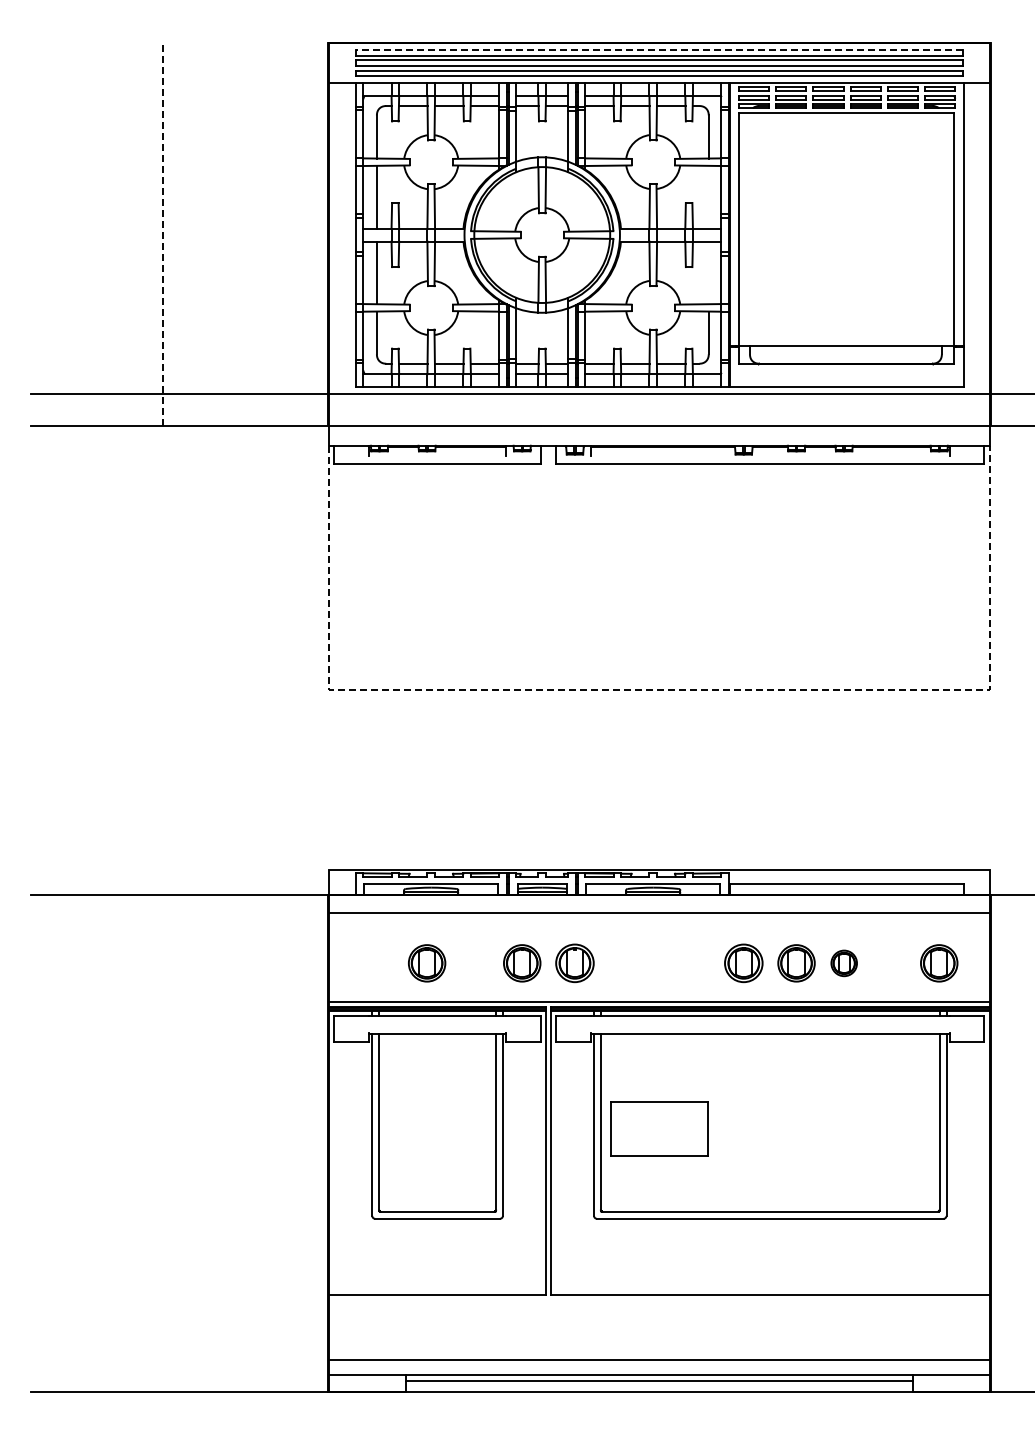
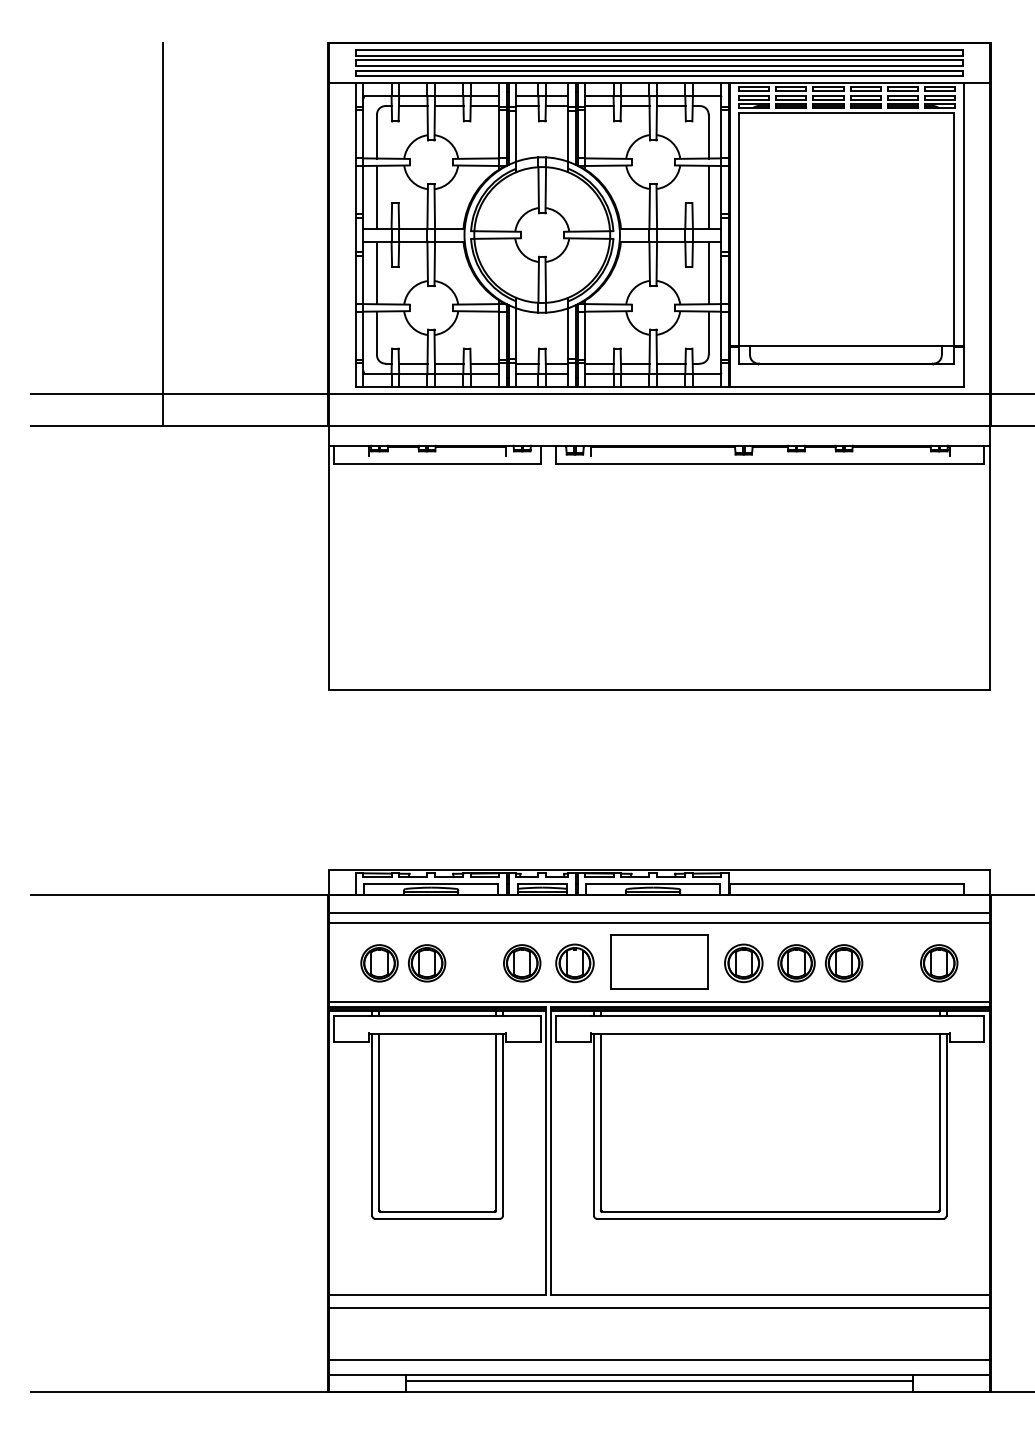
line at (658, 50): dashed -> solid
line at (708, 196): none -> present
line at (163, 233): dashed -> solid
line at (708, 272): none -> present
line at (659, 689): dashed -> solid
line at (658, 922): none -> present
part at (379, 963): none -> present
part at (843, 963) size: 28x29 px -> 39x39 px
part at (659, 1128) position: (659, 1128) -> (659, 961)
line at (658, 1308): none -> present
